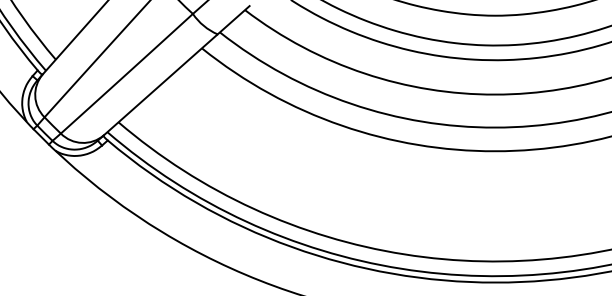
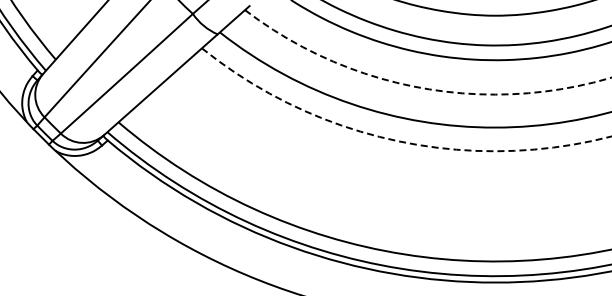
arc at (420, 87): solid -> dashed
arc at (398, 141): solid -> dashed
